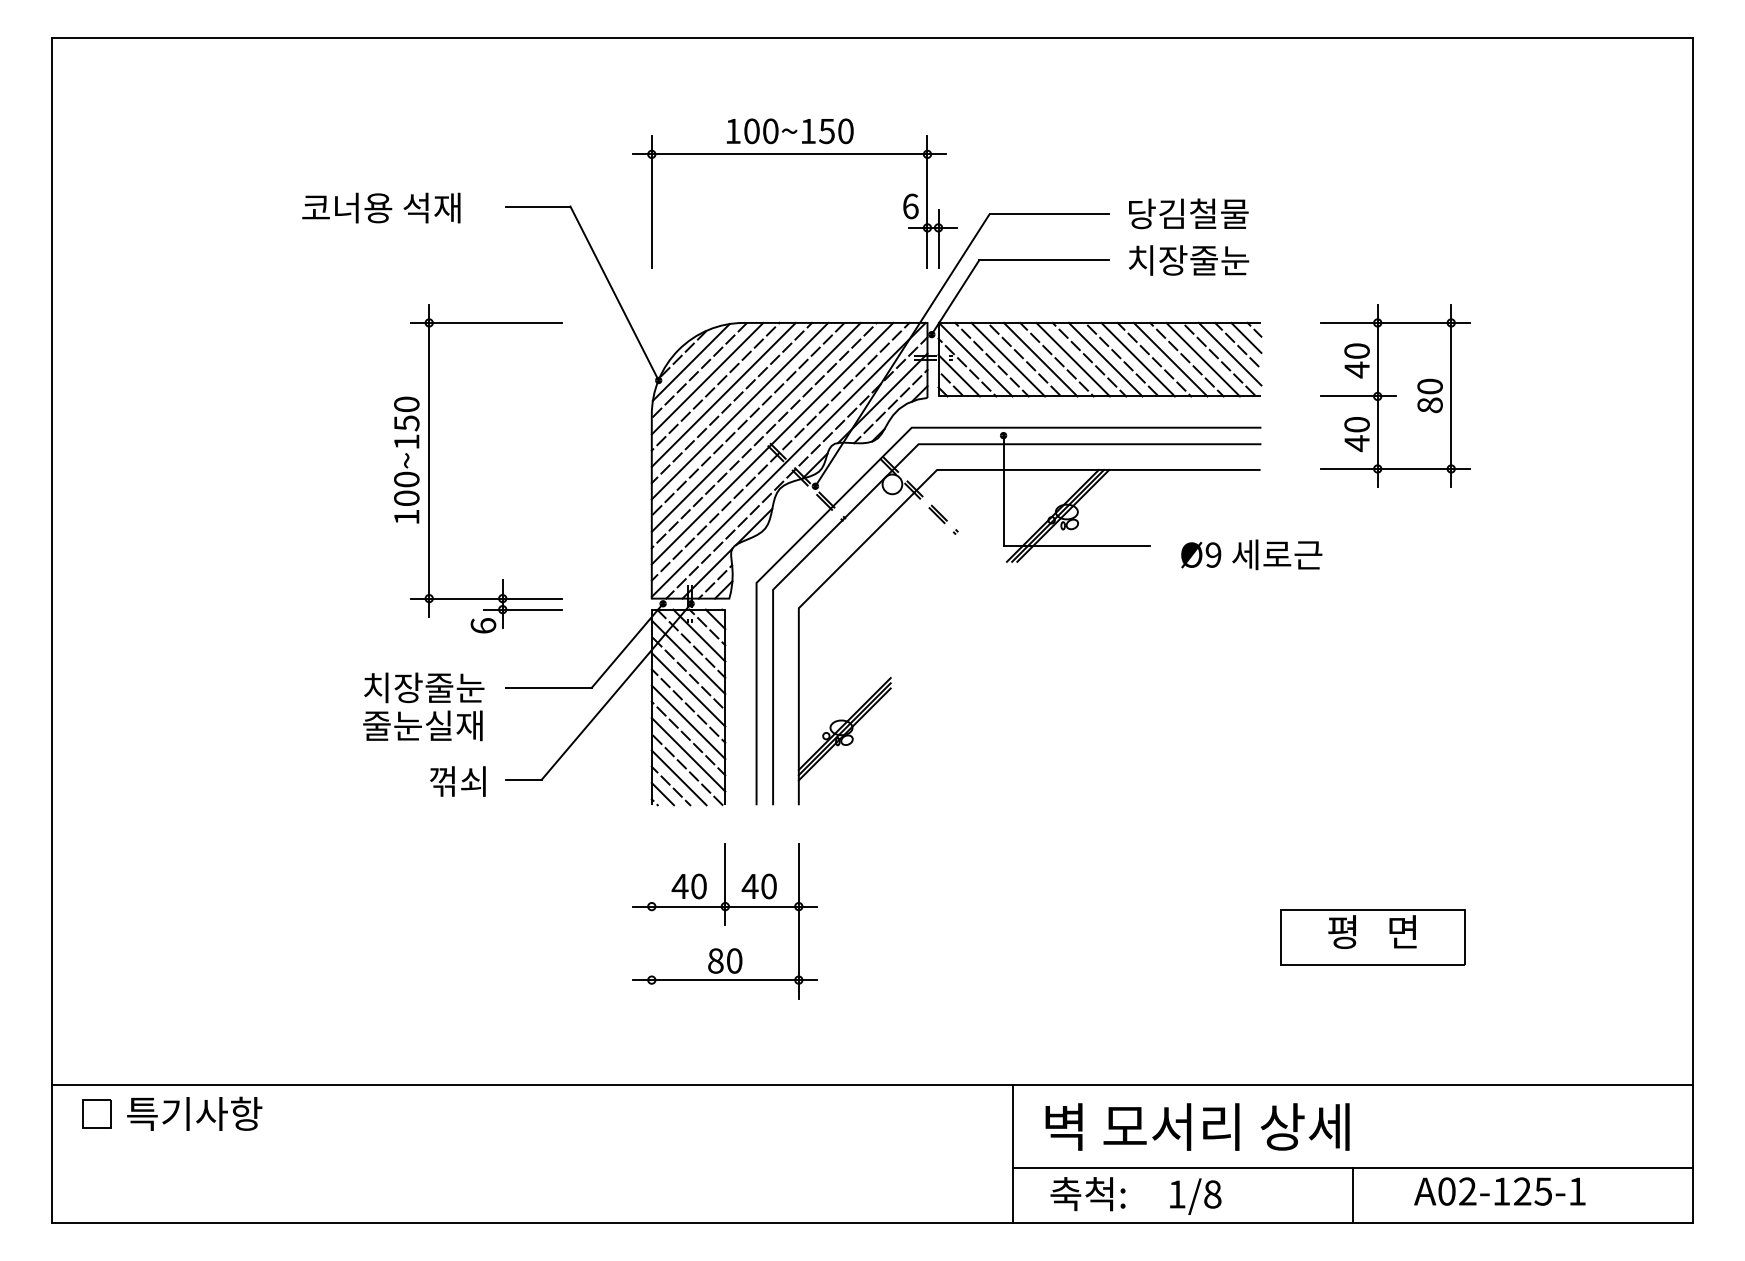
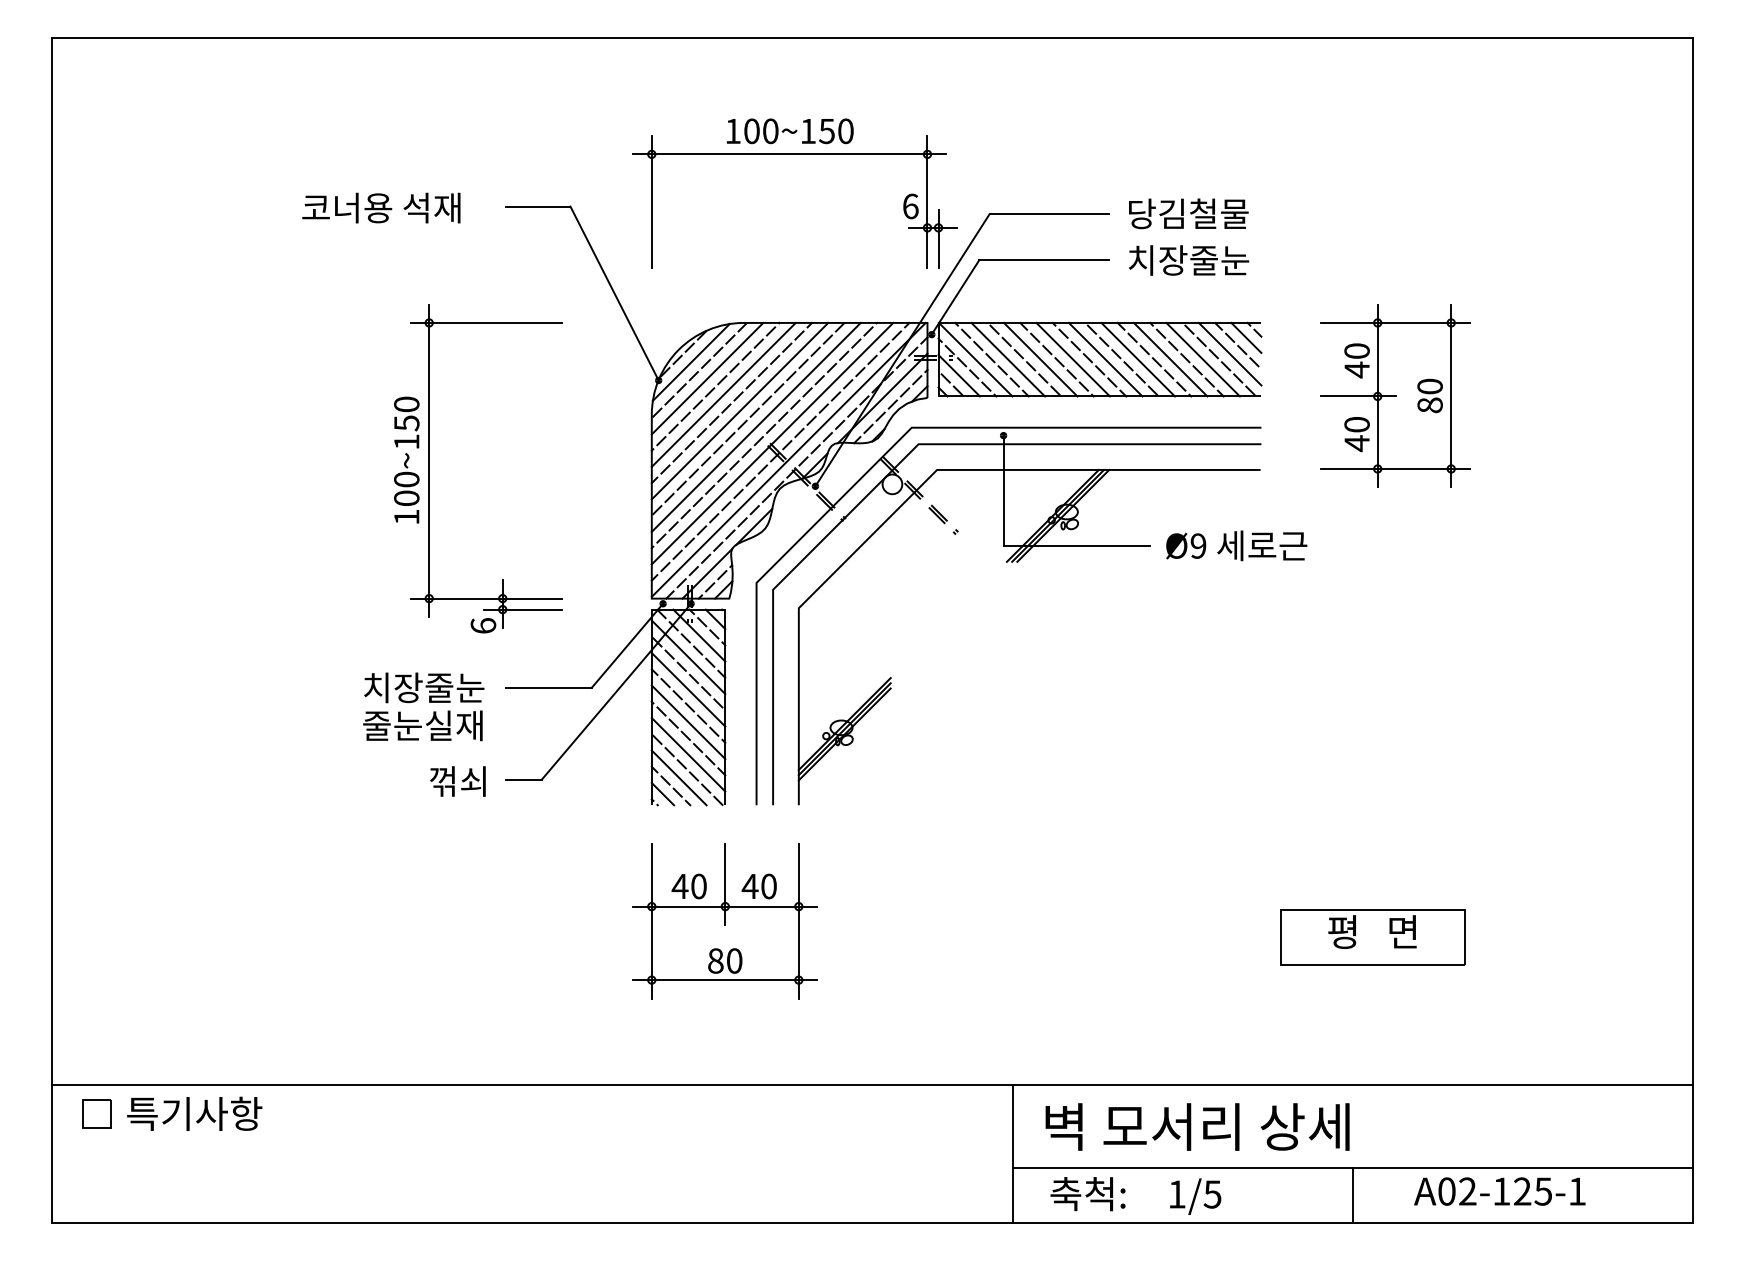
text at (1251, 554) position: (1251, 554) -> (1236, 545)
line at (651, 921): none -> present
text at (1212, 1194): 1/8 -> 1/5
